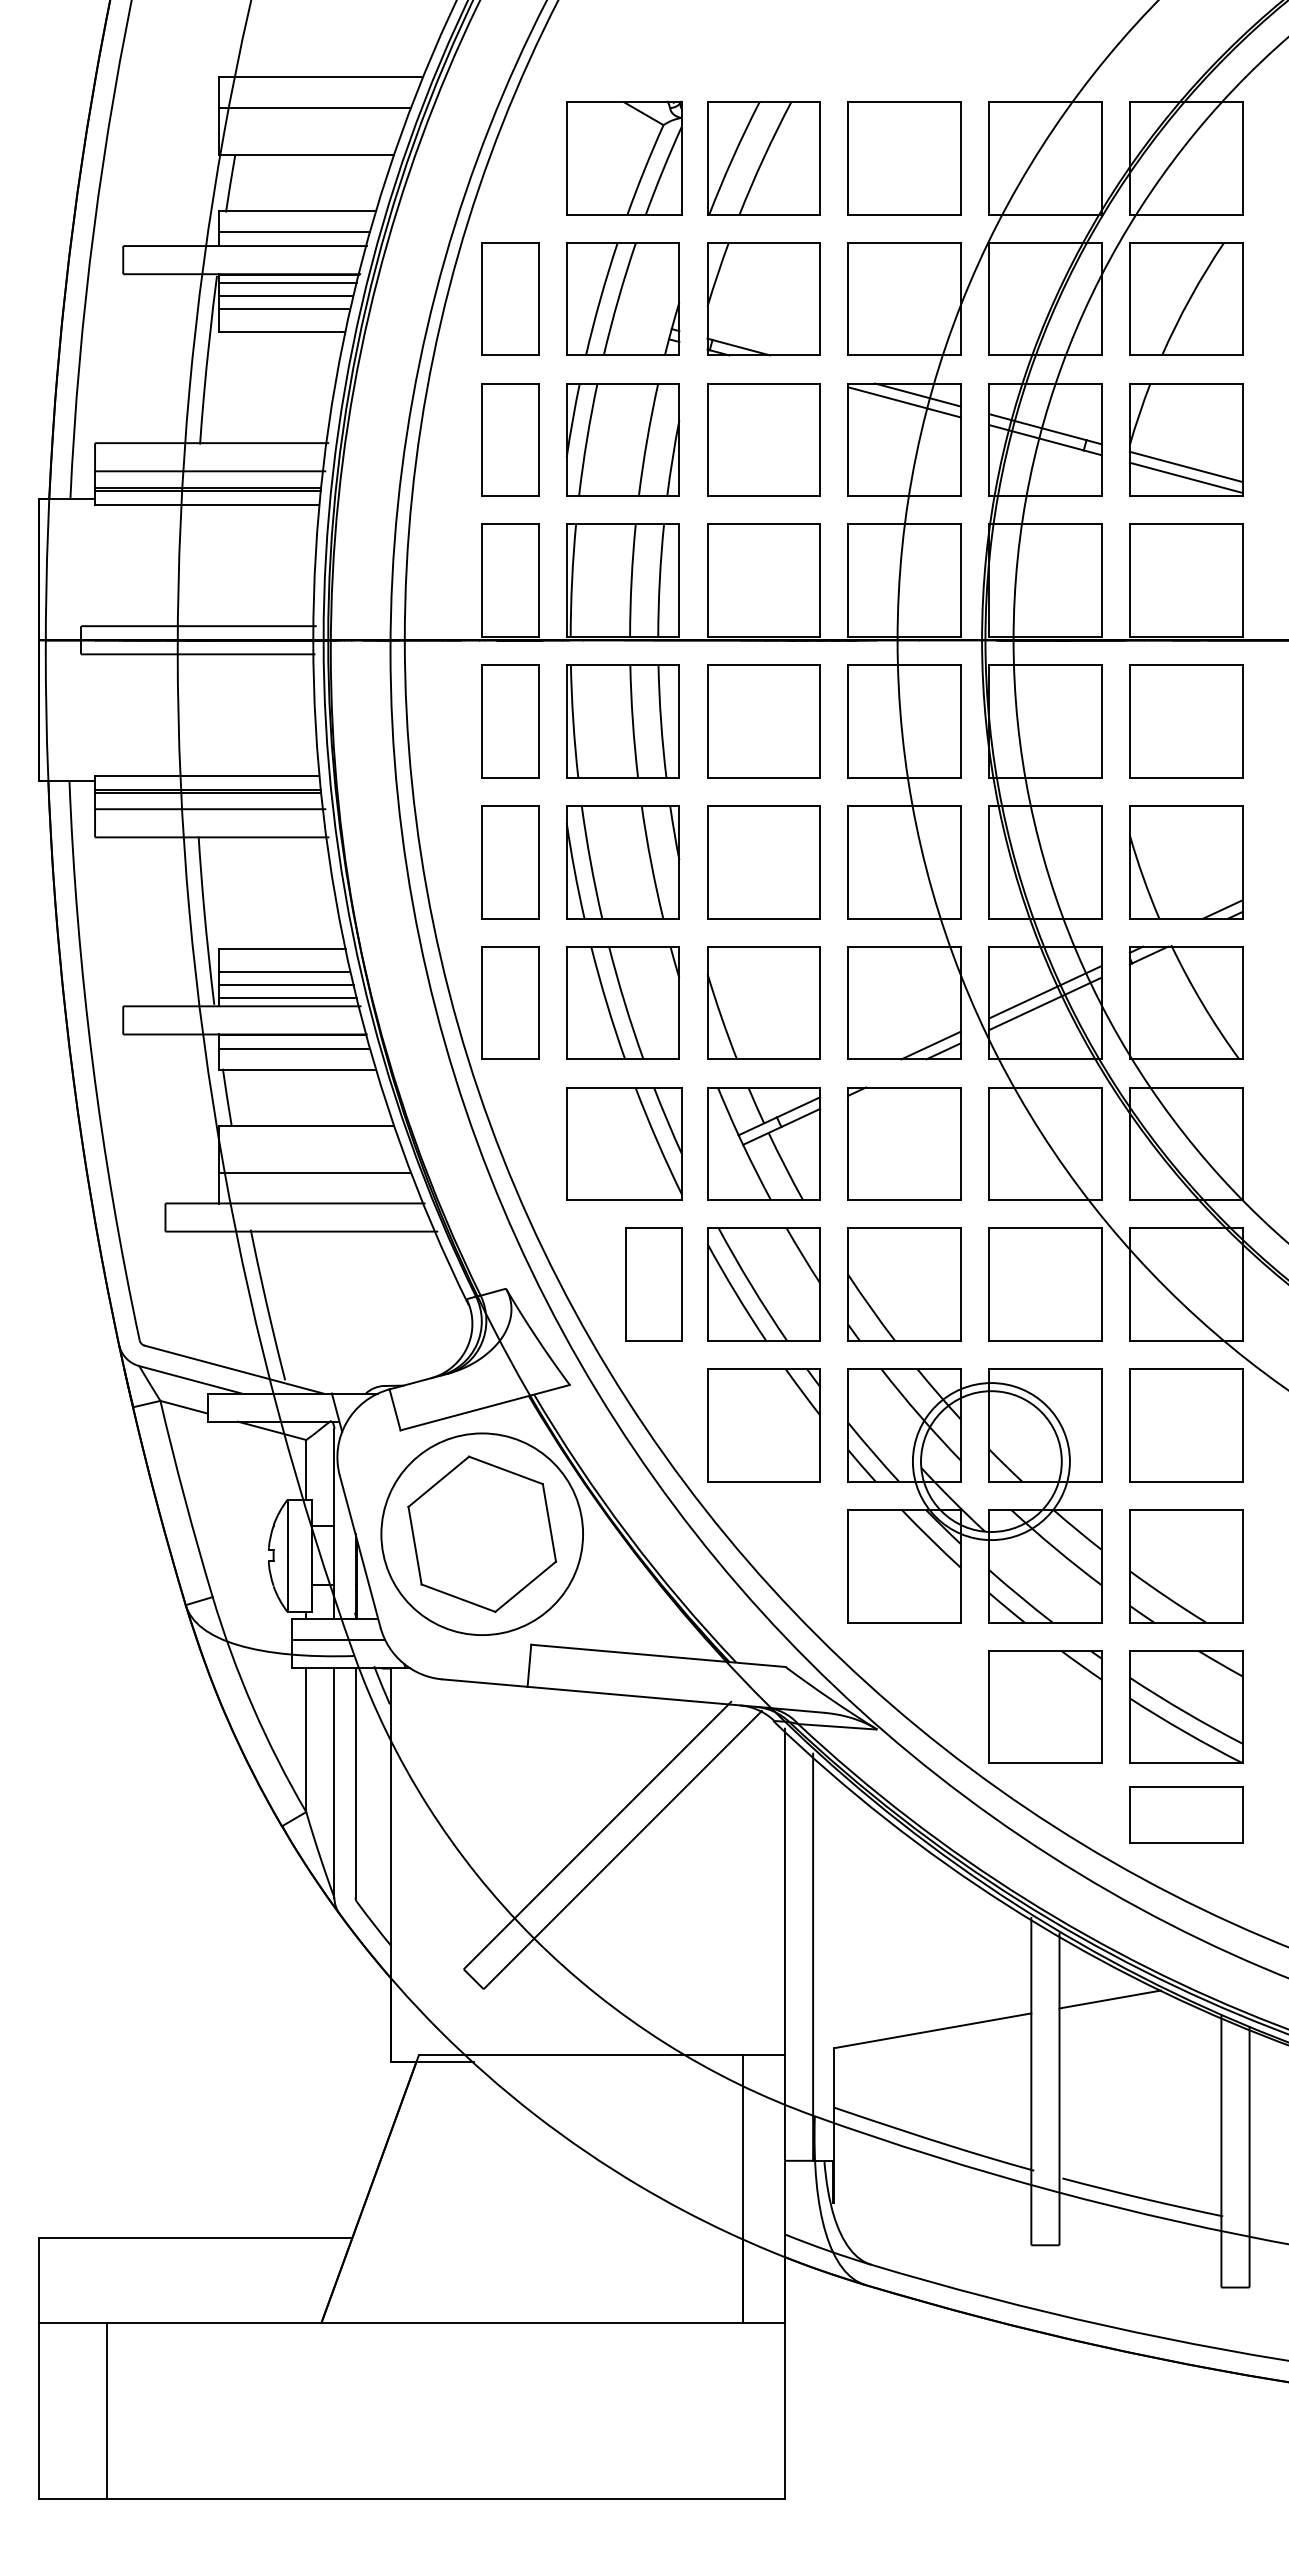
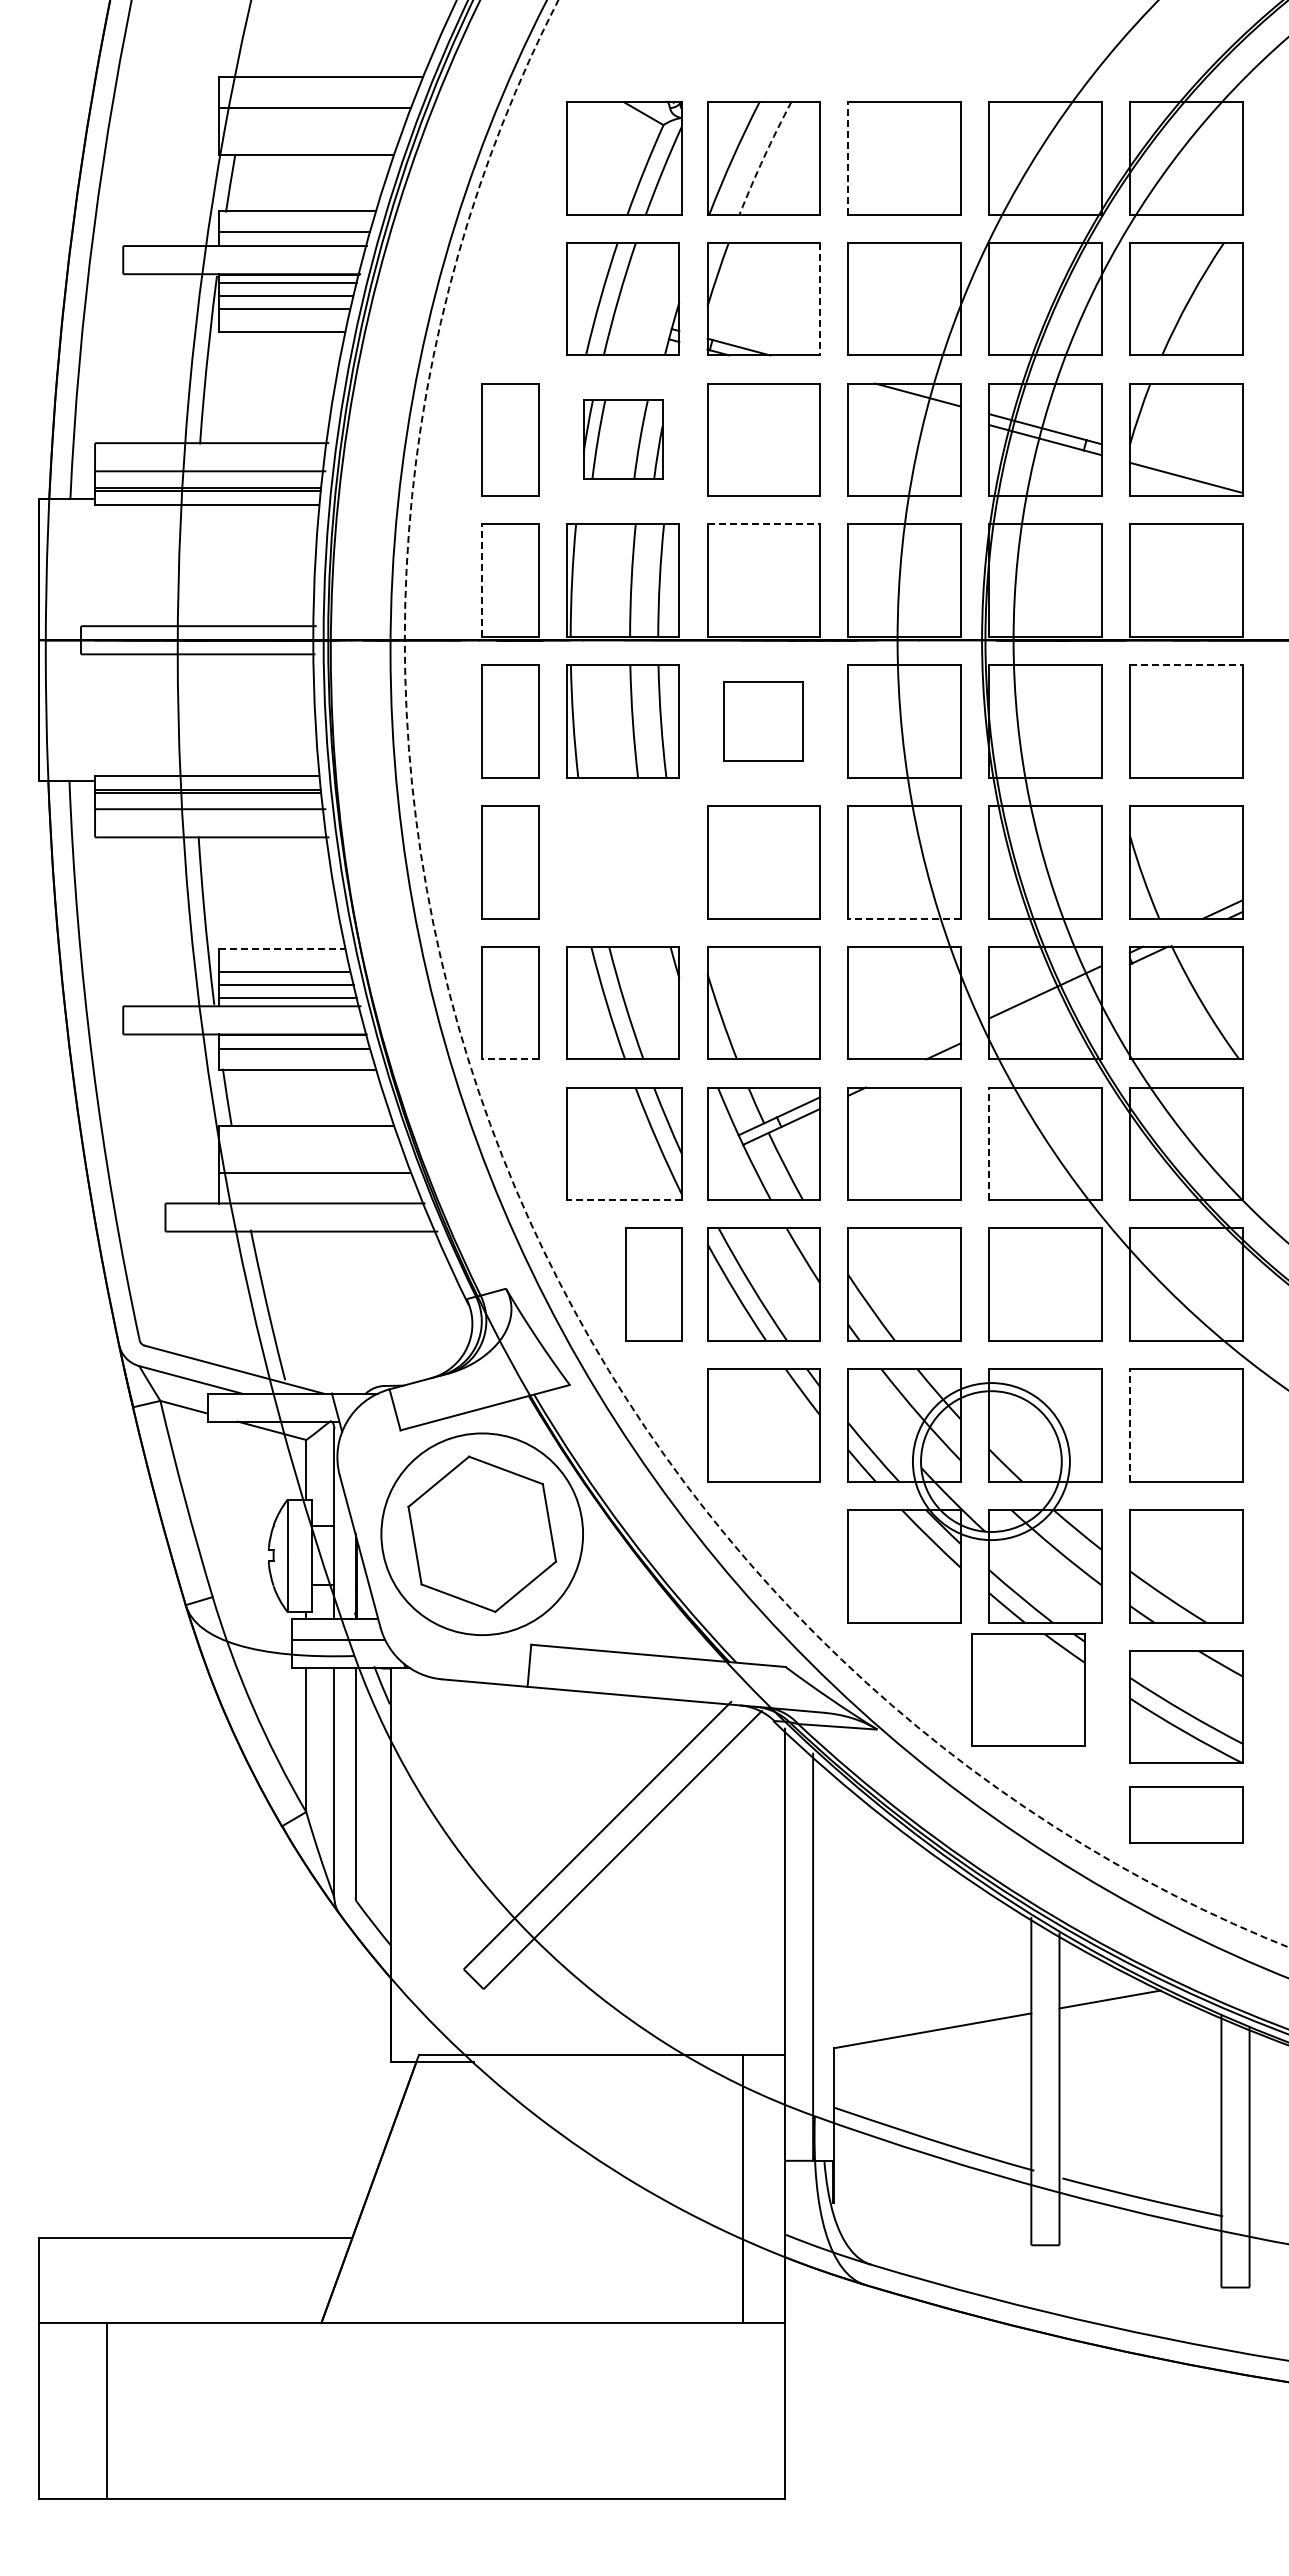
arc at (763, 157): solid -> dashed
line at (848, 157): solid -> dashed
part at (510, 298): present -> none
line at (820, 299): solid -> dashed
line at (904, 402): present -> none
part at (623, 439) size: 115x114 px -> 81x81 px
line at (1185, 466): present -> none
line at (764, 524): solid -> dashed
line at (482, 580): solid -> dashed
line at (1186, 665): solid -> dashed
part at (763, 721) size: 114x115 px -> 81x81 px
part at (622, 862): present -> none
line at (904, 918): solid -> dashed
line at (282, 949): solid -> dashed
circle at (846, 973): solid -> dashed
line at (1045, 1003): present -> none
line at (930, 1045): present -> none
line at (509, 1059): solid -> dashed
line at (989, 1143): solid -> dashed
line at (624, 1200): solid -> dashed
line at (1129, 1424): solid -> dashed
part at (1045, 1706) position: (1045, 1706) -> (1028, 1689)
